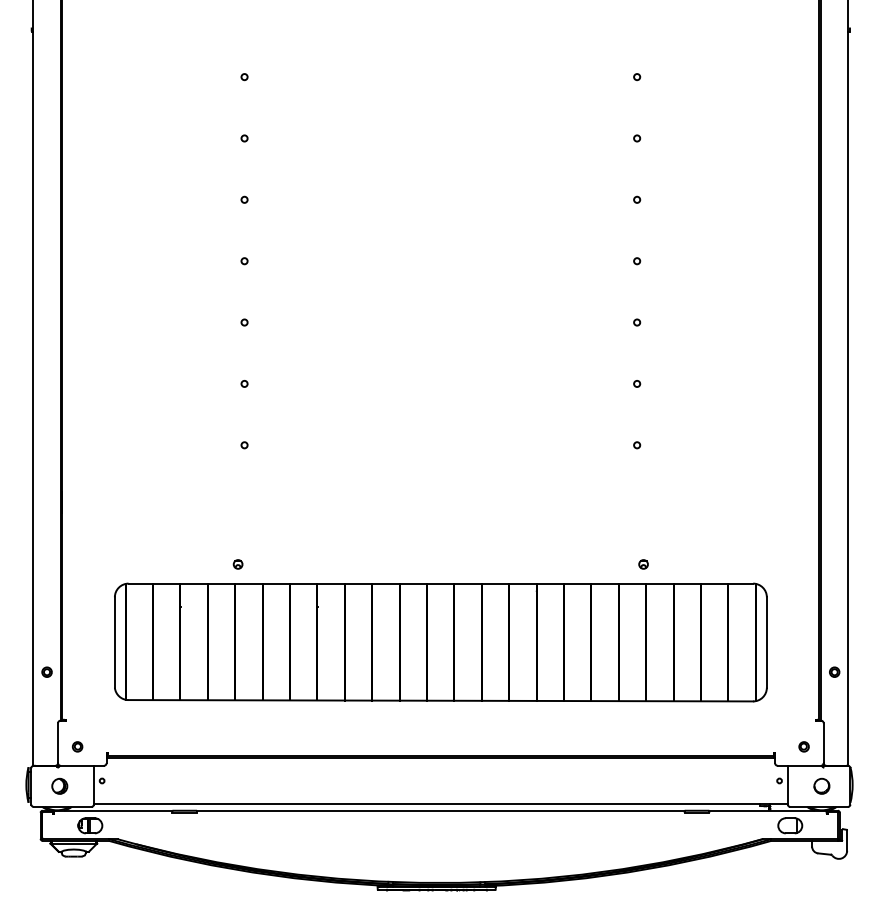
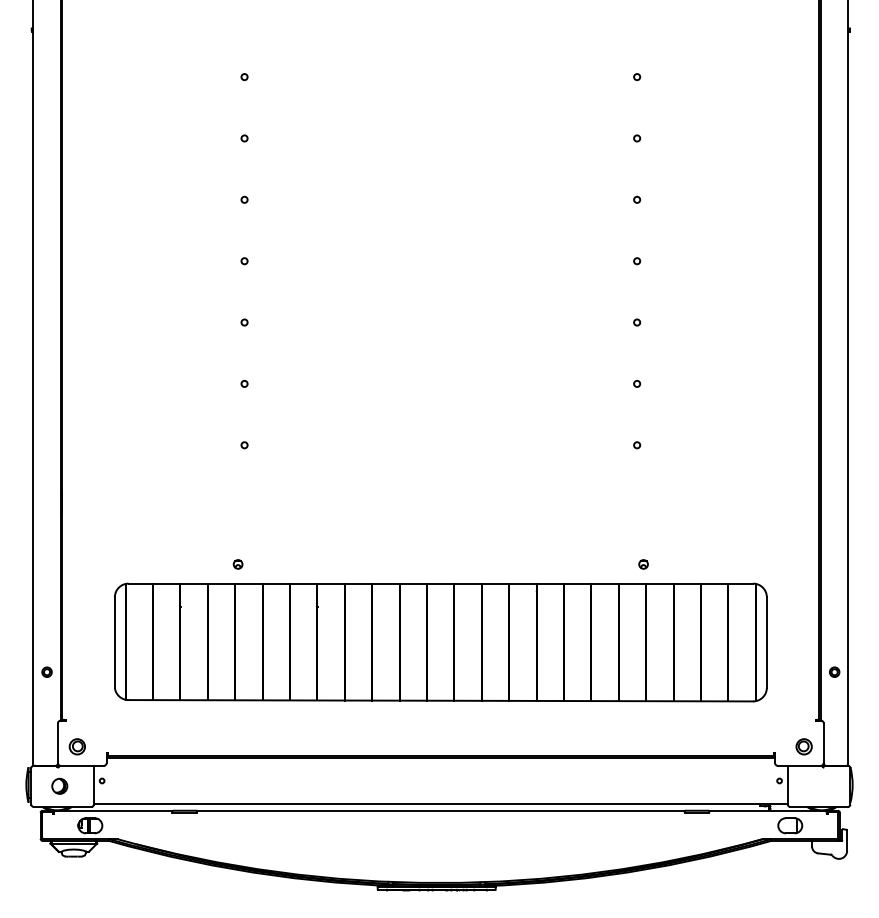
part at (77, 746) size: 12x12 px -> 18x18 px
part at (803, 746) size: 12x12 px -> 18x18 px
circle at (821, 785): present -> none
